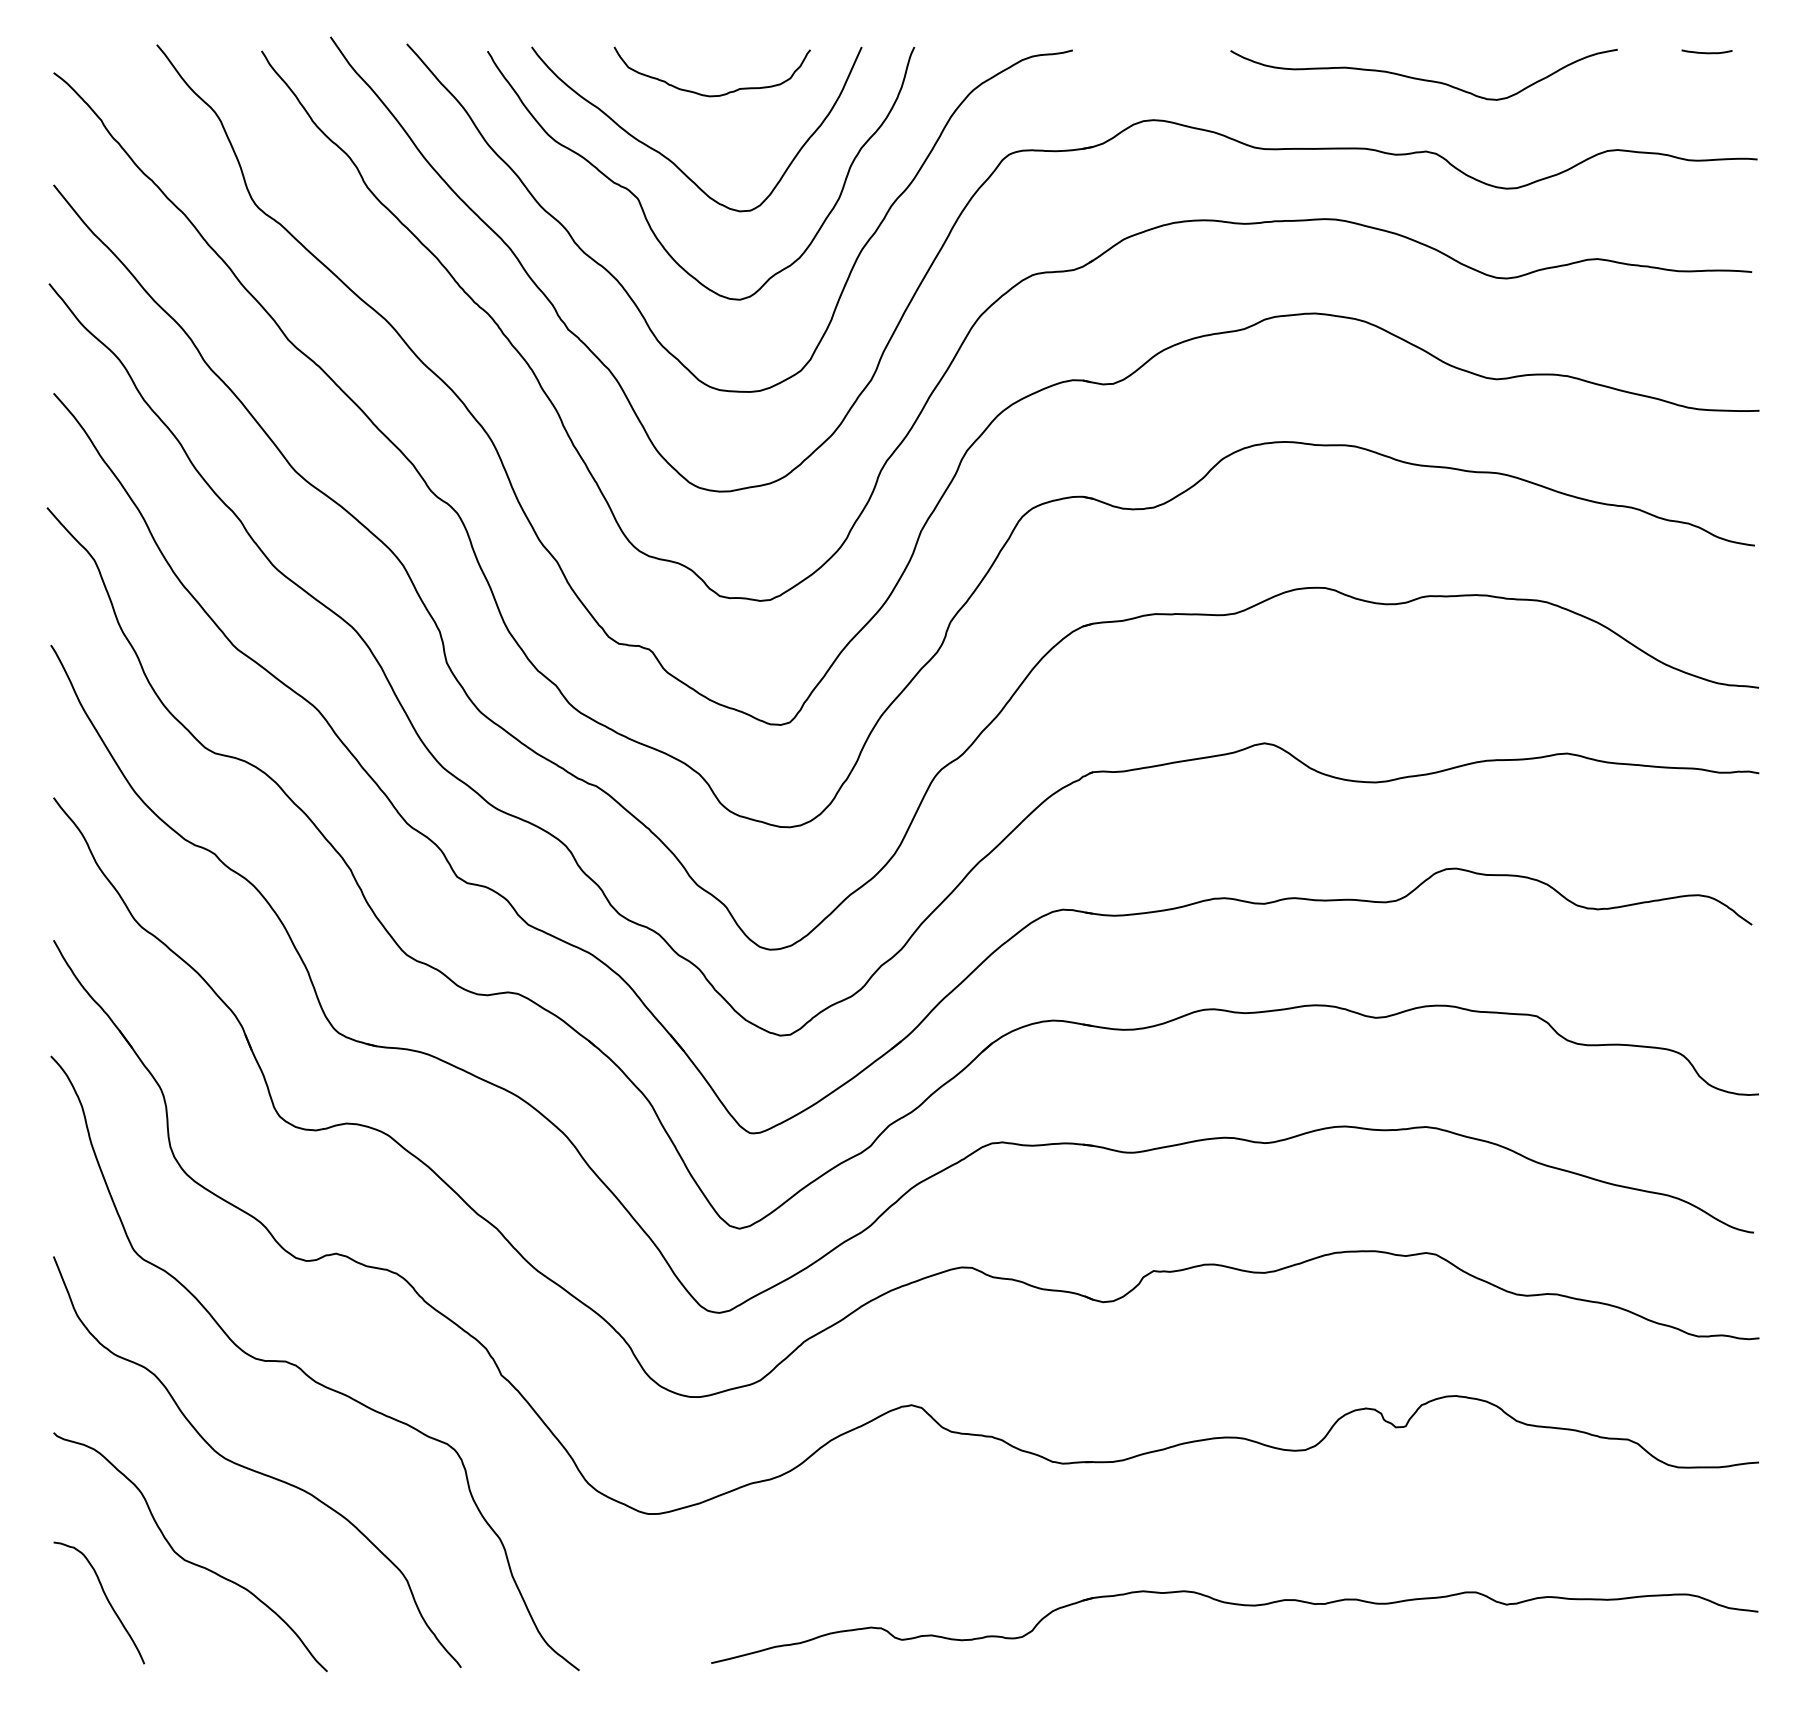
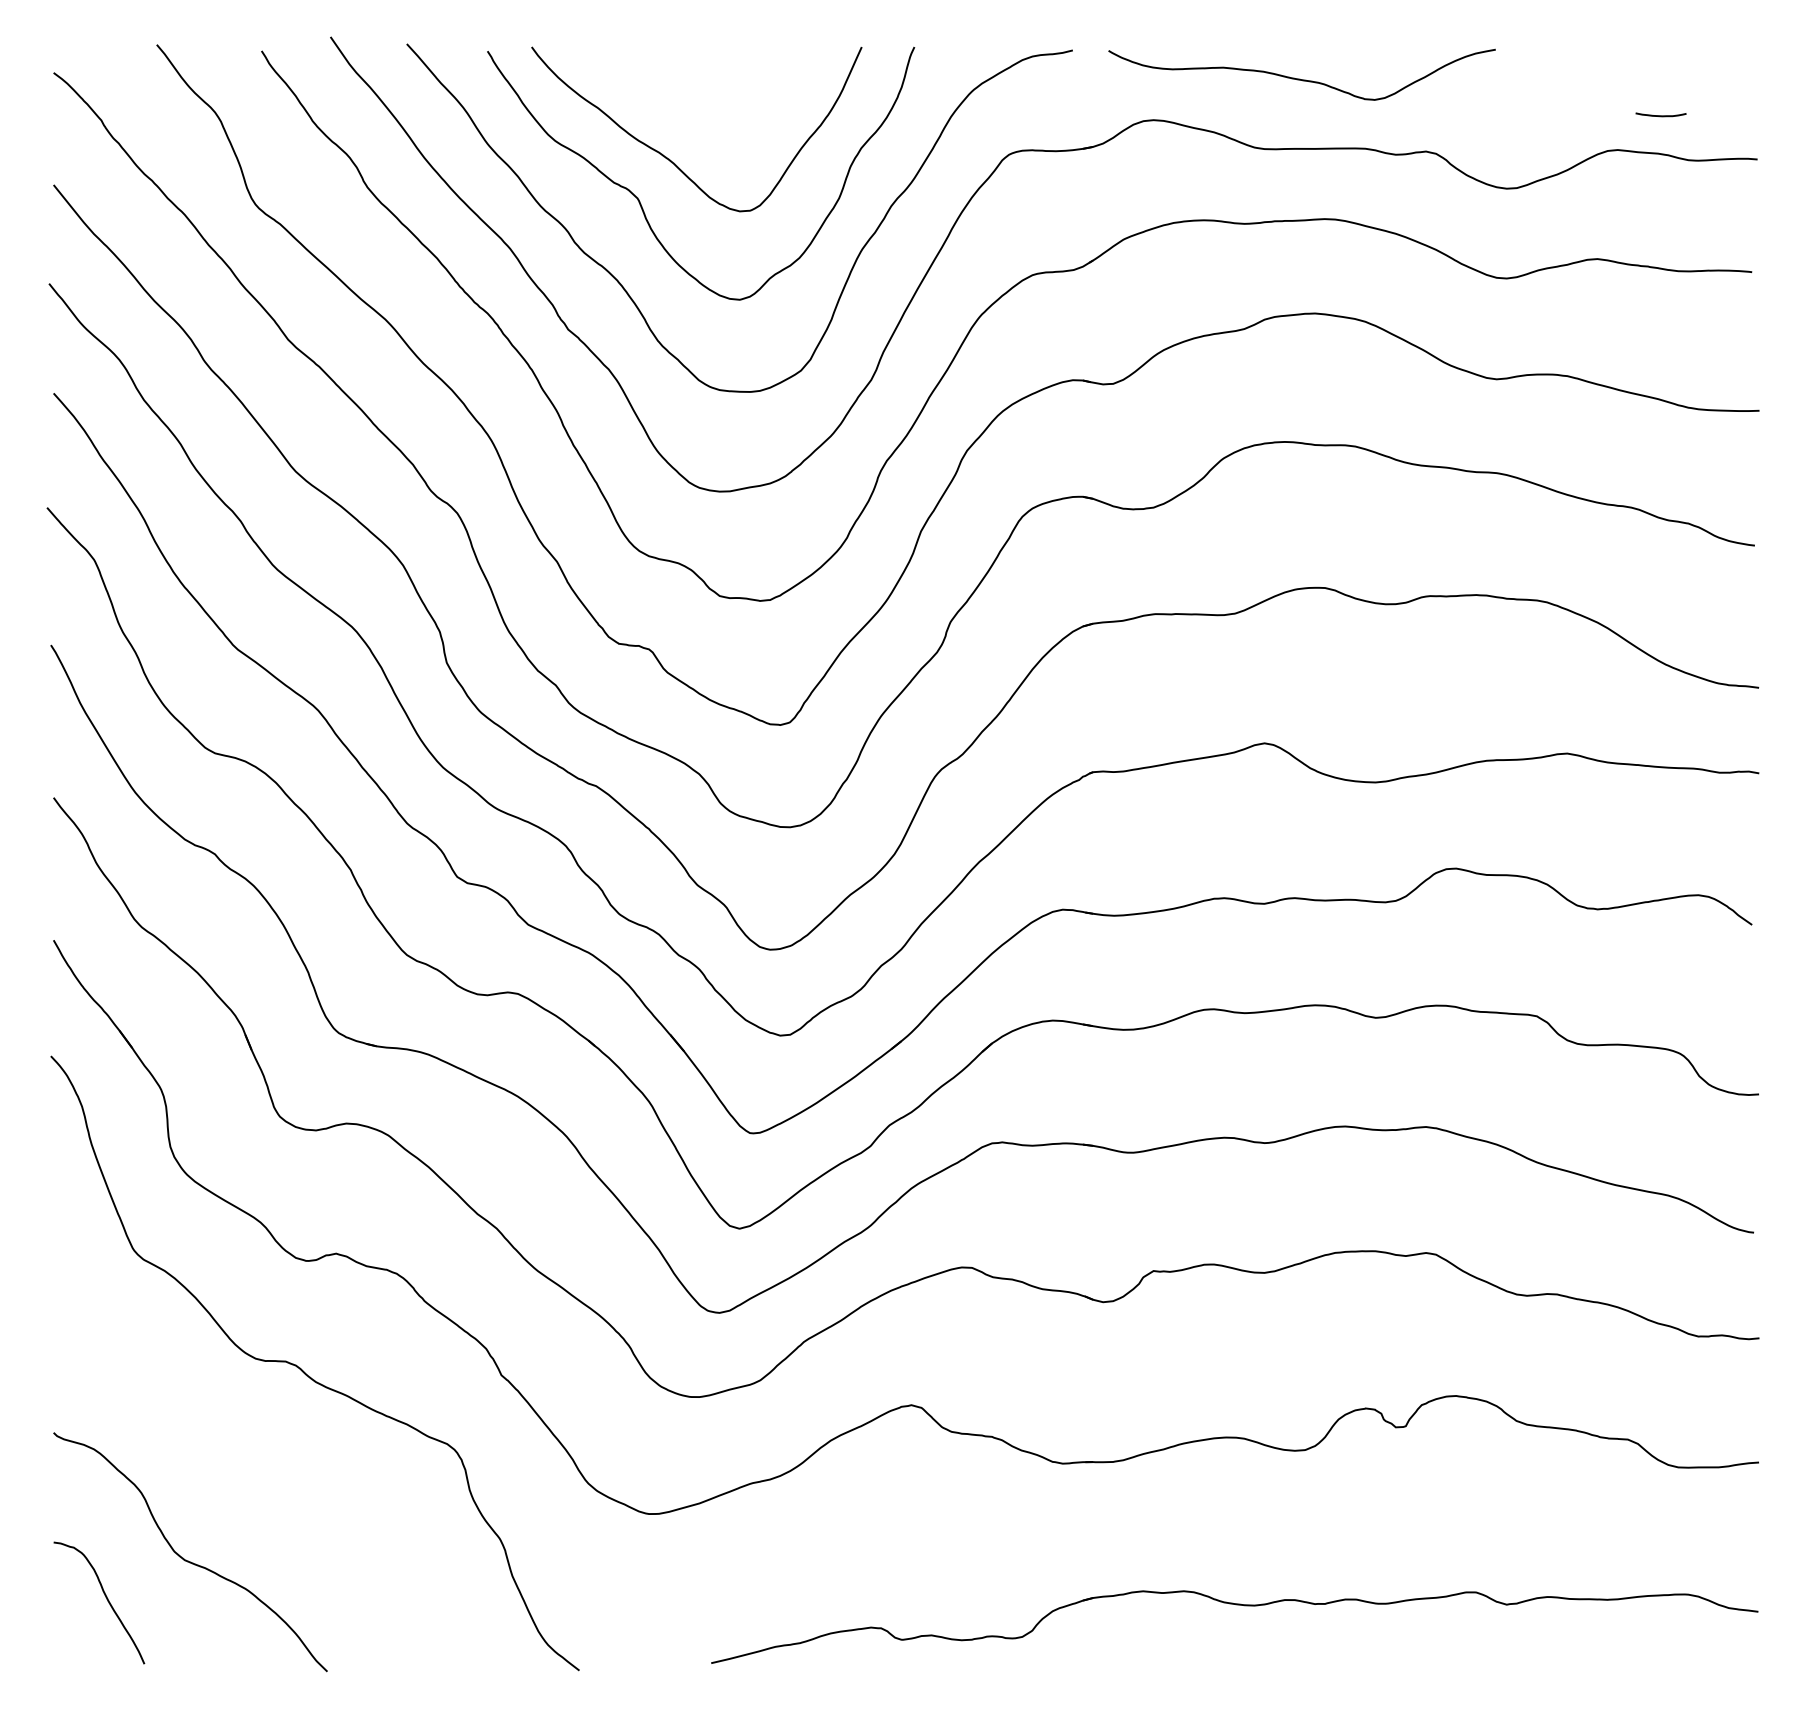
curve at (1706, 52) position: (1706, 52) -> (1660, 115)
curve at (1422, 78) position: (1422, 78) -> (1300, 78)
curve at (706, 94): present -> none
curve at (253, 1469): present -> none
